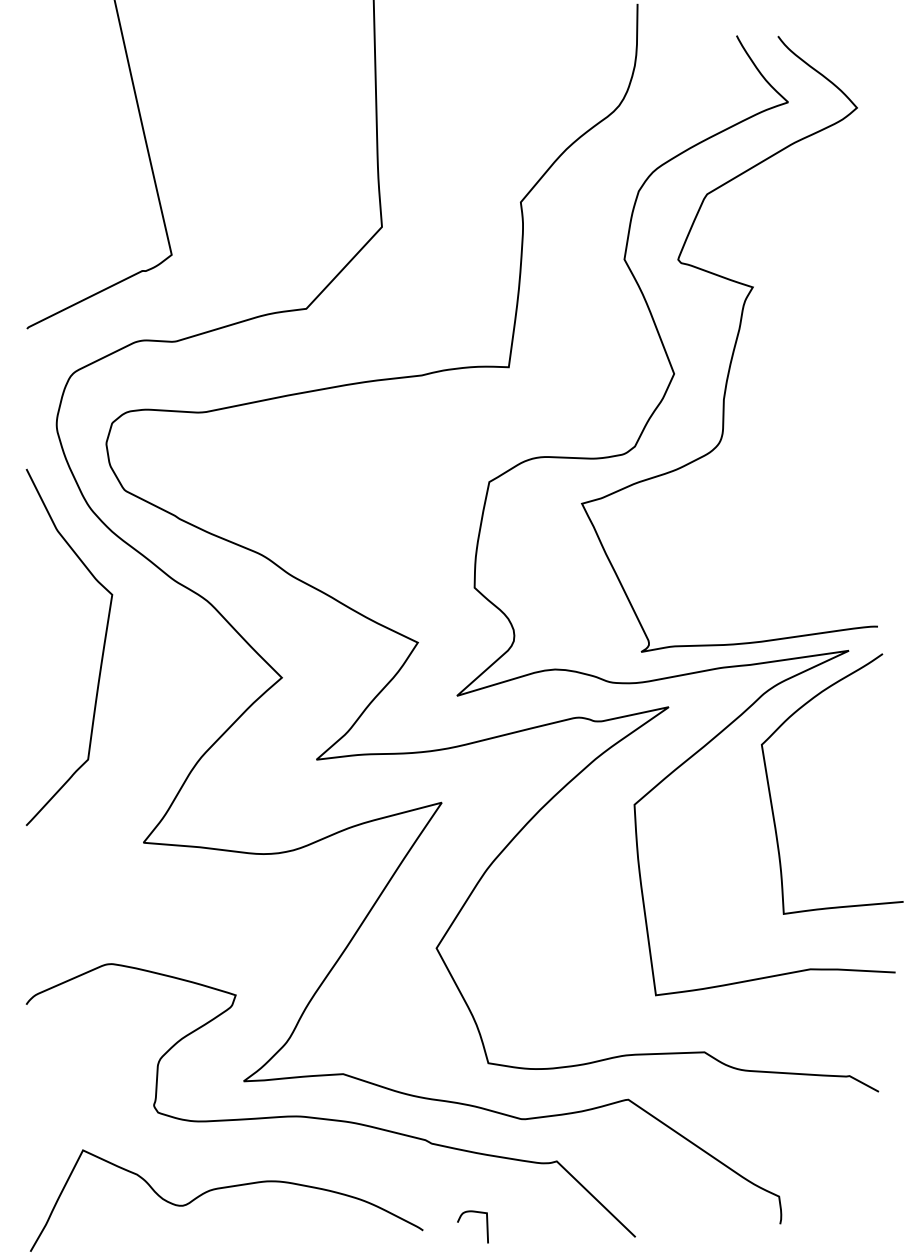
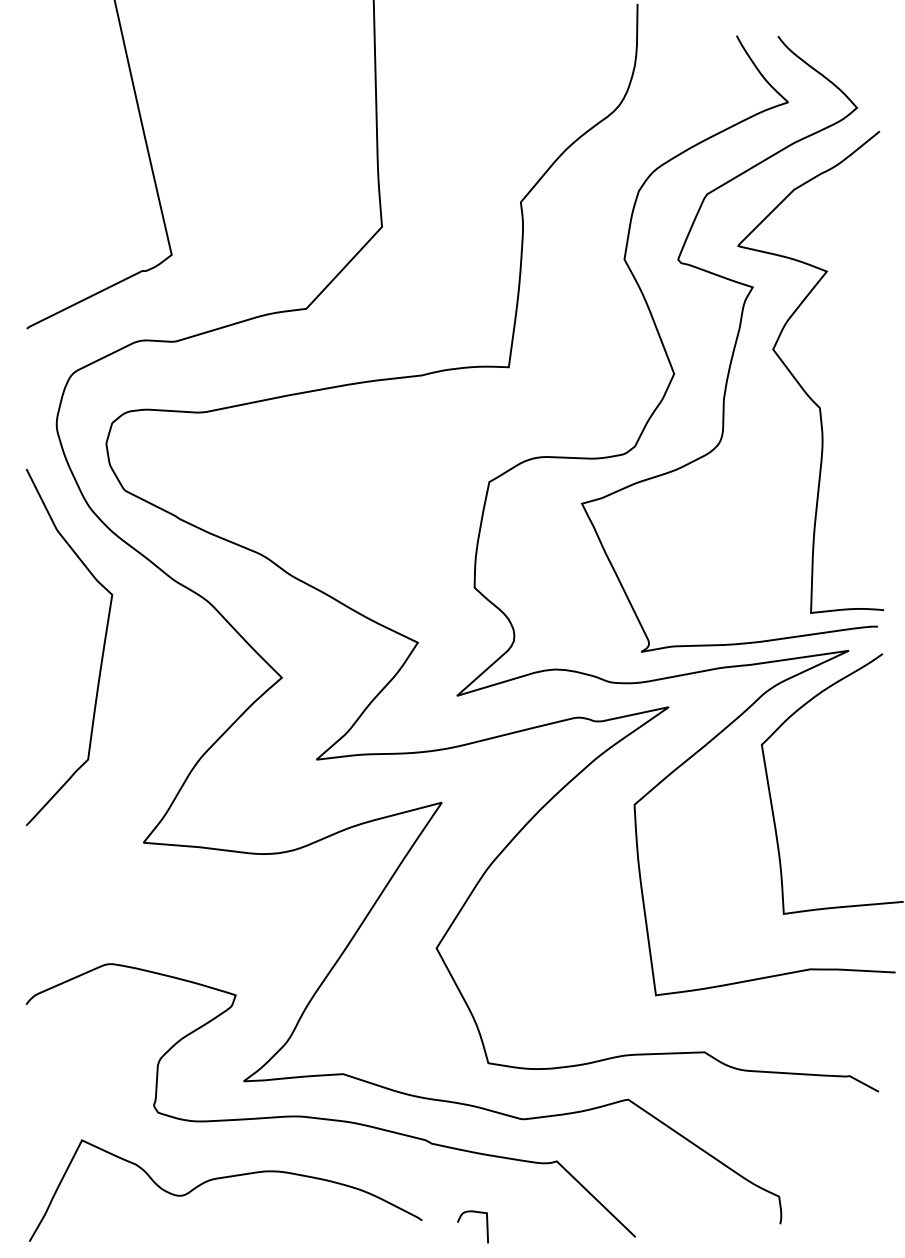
curve at (799, 382): none -> present
curve at (226, 1188) position: (226, 1188) -> (225, 1178)
